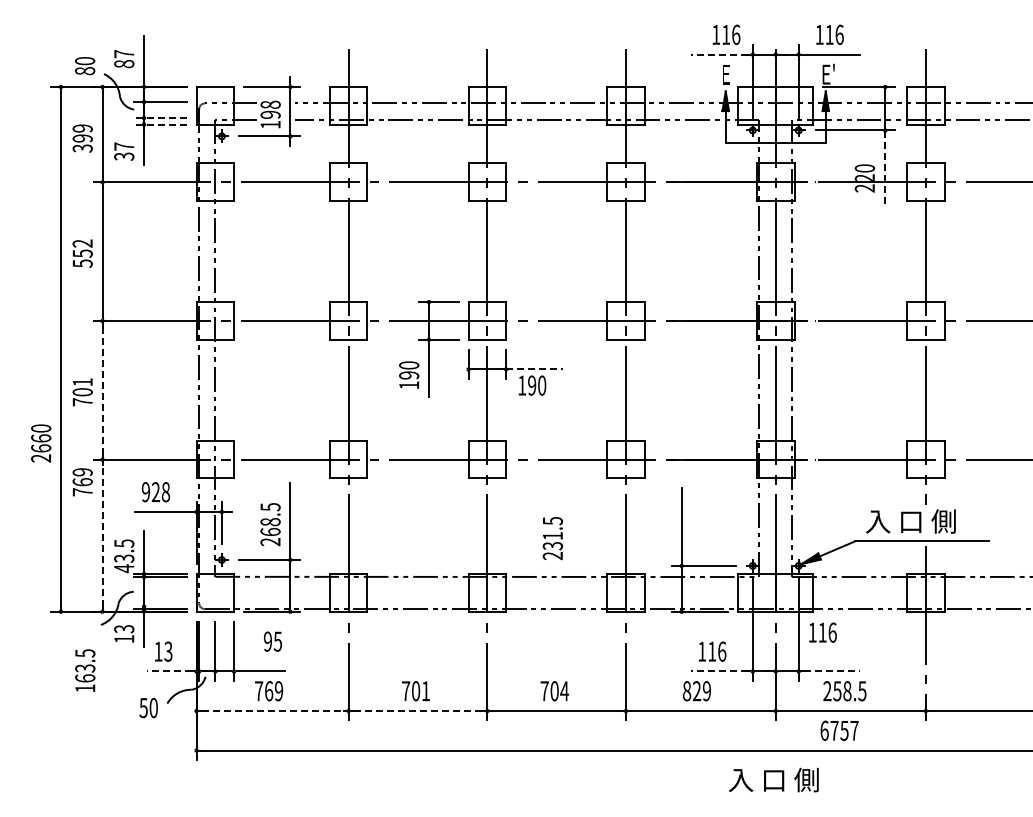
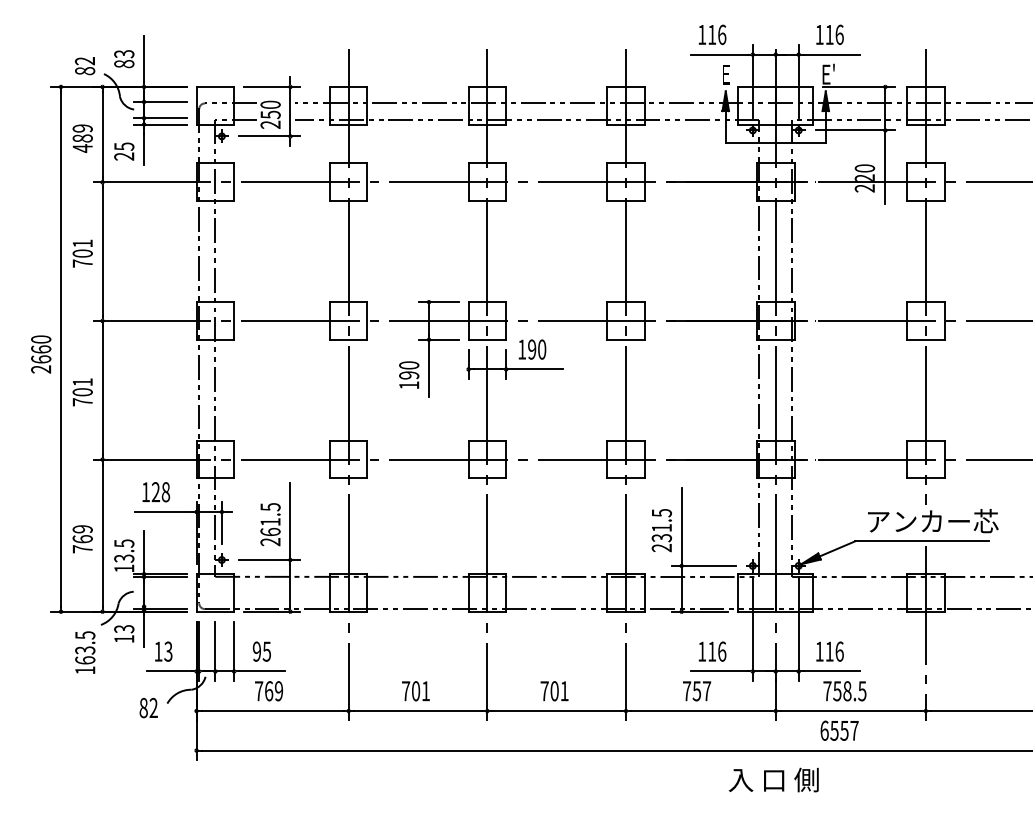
text at (726, 34) position: (726, 34) -> (712, 34)
text at (124, 54): 87 -> 83
line at (719, 54): dashed -> solid
text at (85, 61): 80 -> 82
text at (270, 114): 198 -> 250
line at (159, 118): dashed -> solid
line at (159, 124): dashed -> solid
text at (82, 143): 399 -> 489
text at (124, 151): 37 -> 25
line at (885, 167): dashed -> solid
text at (82, 253): 552 -> 701
line at (535, 369): dashed -> solid
text at (532, 385) position: (532, 385) -> (532, 349)
line at (102, 389): dashed -> solid
text at (41, 443) position: (41, 443) -> (41, 354)
text at (82, 482) position: (82, 482) -> (82, 539)
text at (145, 492): 928 -> 128
text at (932, 521): 入 口 側 -> アンカー芯
text at (270, 522): 268.5 -> 261.5
line at (102, 535): dashed -> solid
text at (552, 538) position: (552, 538) -> (661, 530)
text at (124, 568): 43.5 -> 13.5
text at (822, 632) position: (822, 632) -> (829, 651)
text at (272, 641) position: (272, 641) -> (261, 651)
text at (85, 670) position: (85, 670) -> (85, 652)
line at (169, 671): dashed -> solid
line at (718, 671): dashed -> solid
line at (832, 671): dashed -> solid
text at (564, 691): 704 -> 701
text at (697, 691): 829 -> 757
text at (827, 691): 258.5 -> 758.5
text at (148, 708): 50 -> 82
line at (273, 711): dashed -> solid
line at (418, 711): dashed -> solid
text at (834, 730): 6757 -> 6557
